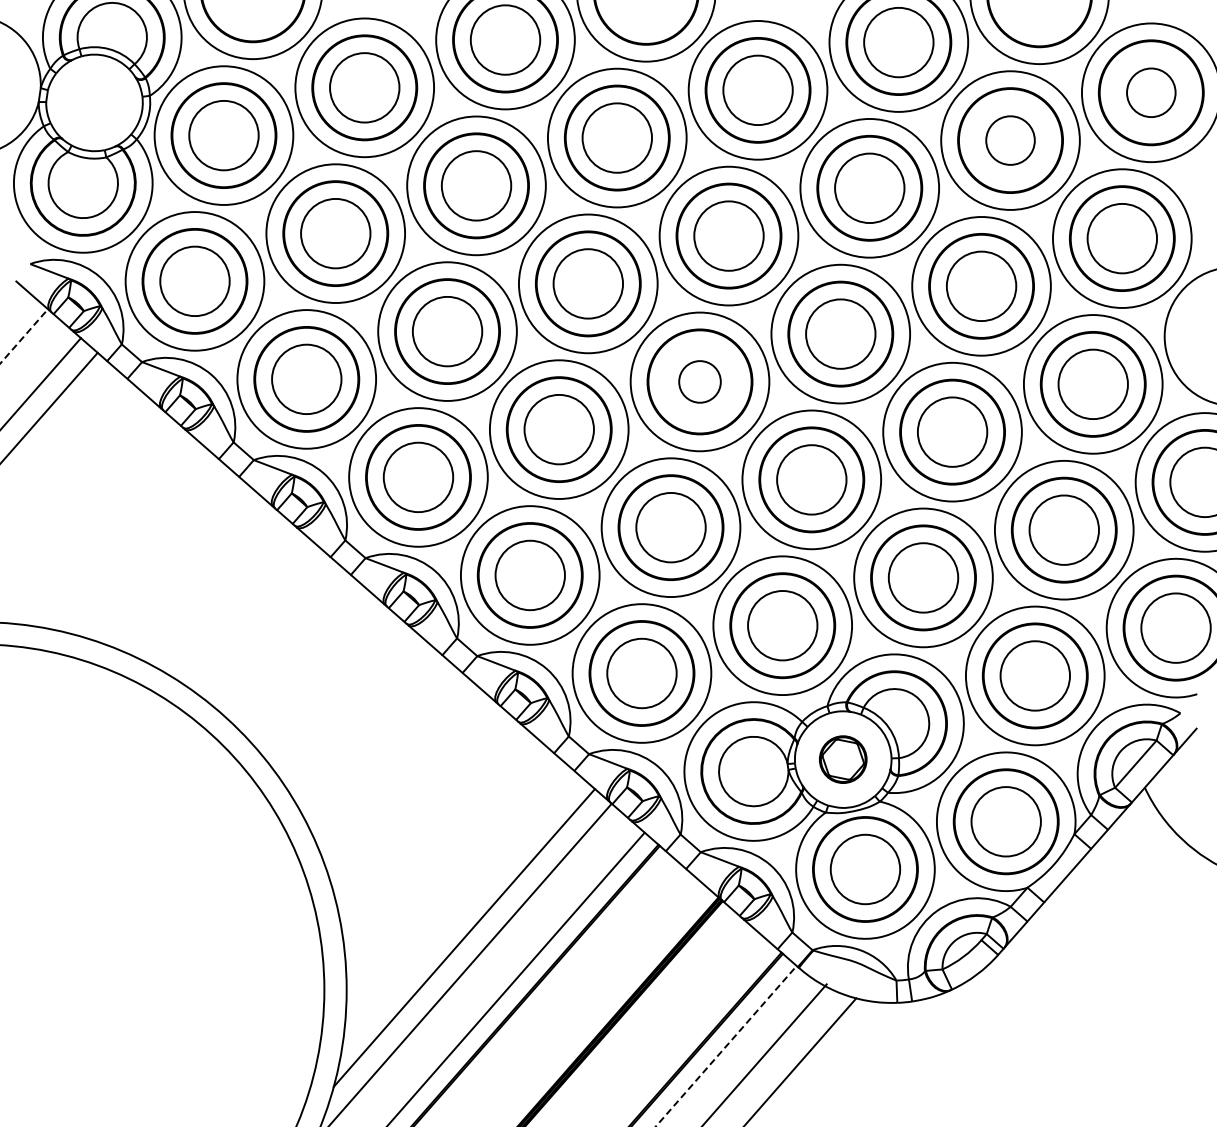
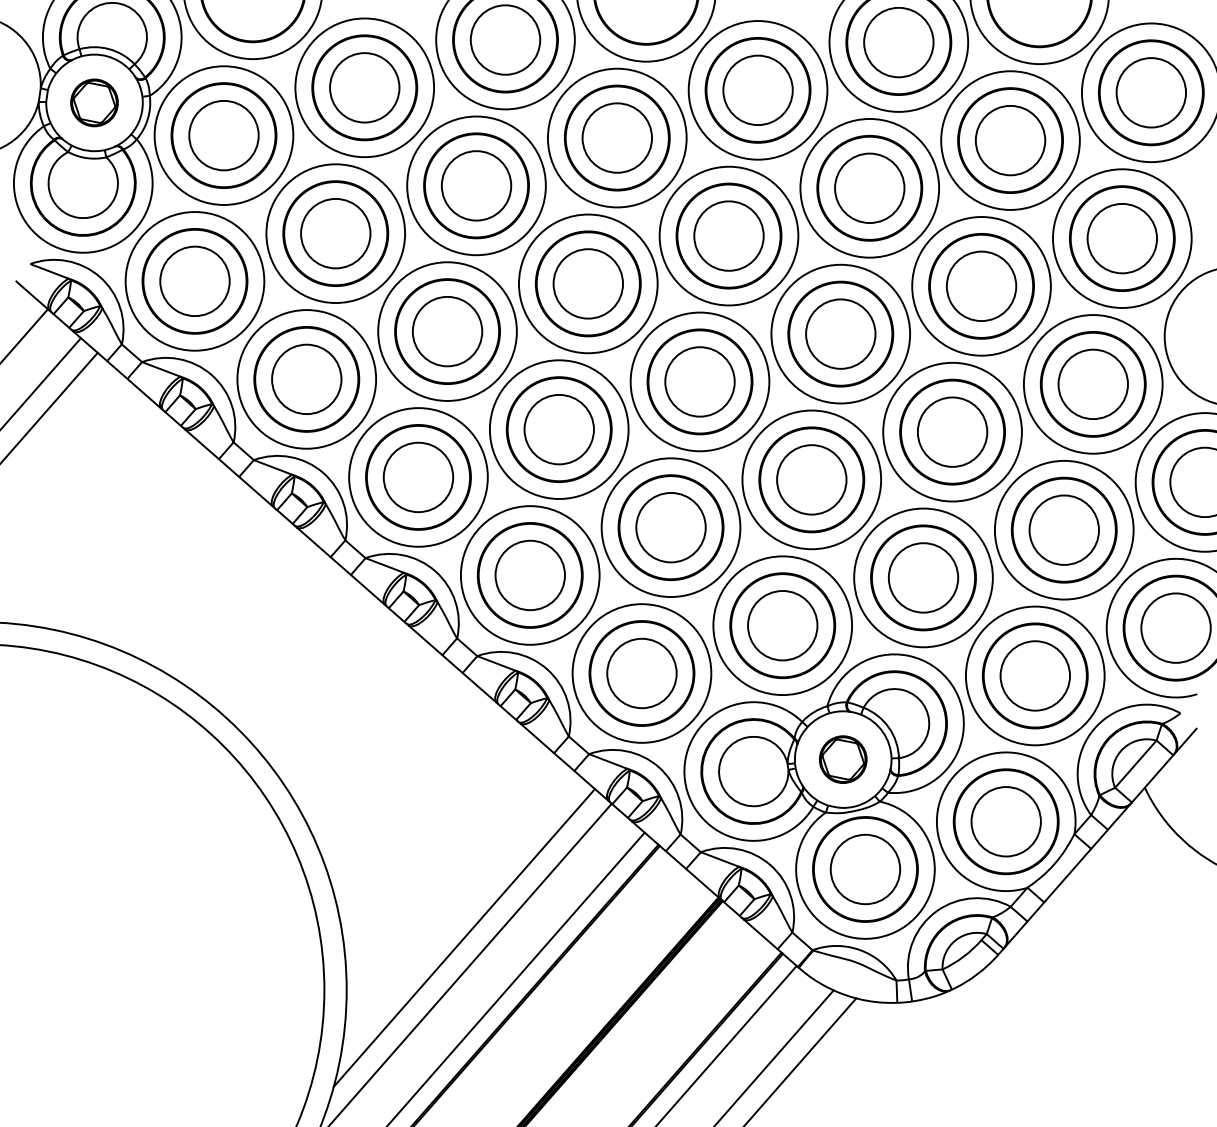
circle at (1151, 92) diameter: 49 px -> 69 px
part at (94, 102): none -> present
circle at (1010, 140) diameter: 49 px -> 69 px
line at (24, 336): dashed -> solid
circle at (699, 381) diameter: 42 px -> 69 px
line at (726, 1046): dashed -> solid
line at (765, 1053) position: (765, 1053) -> (774, 1056)
